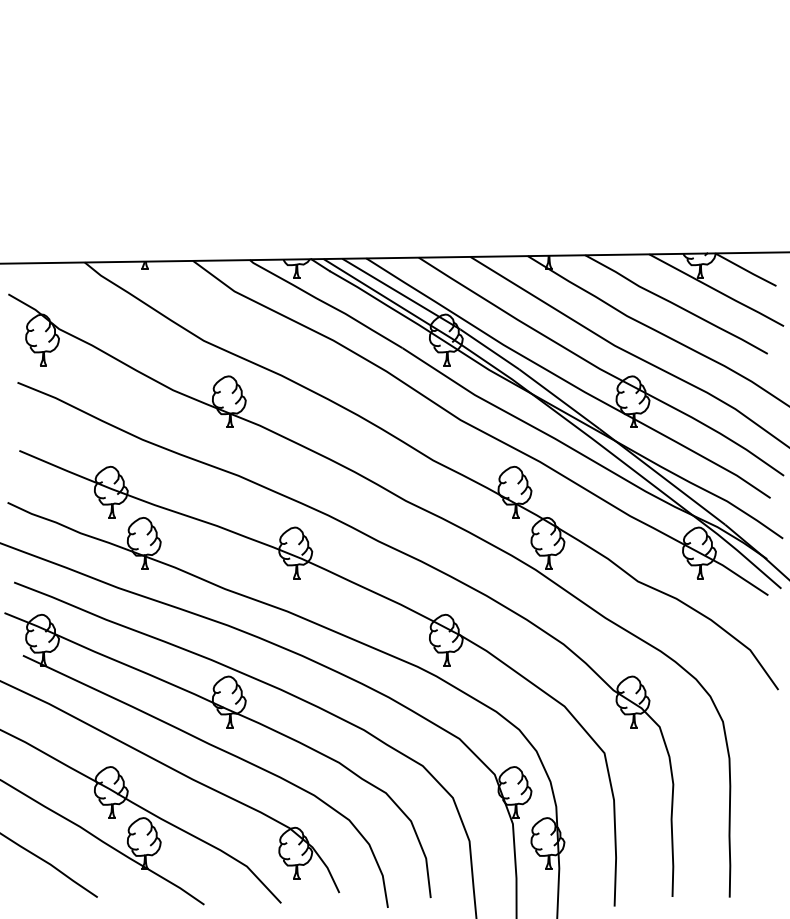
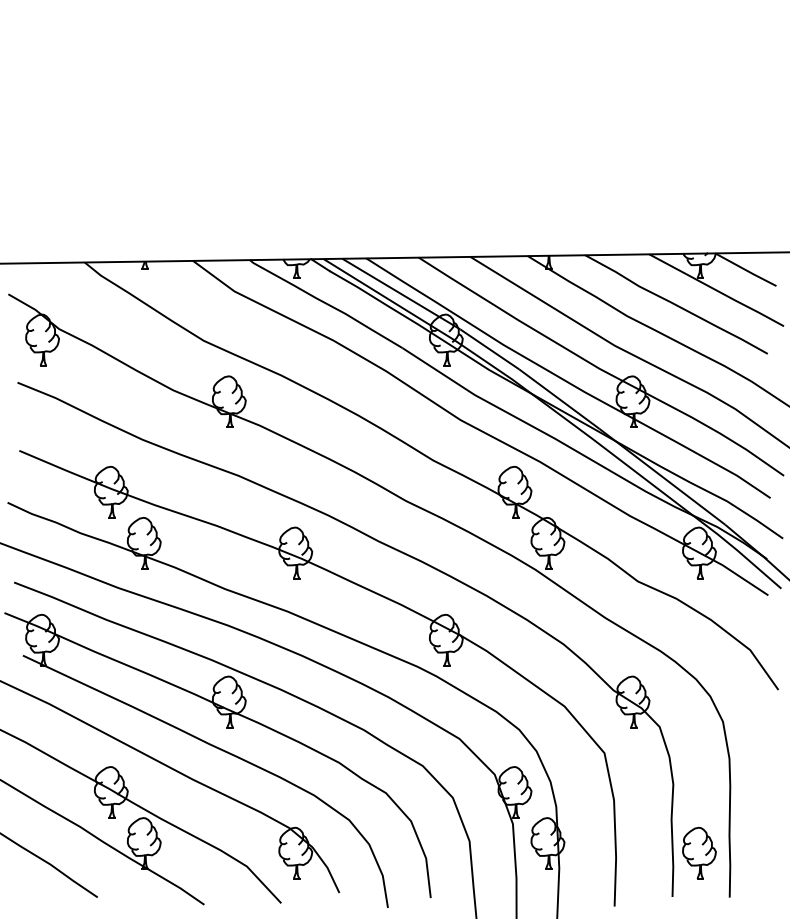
part at (699, 852): none -> present
